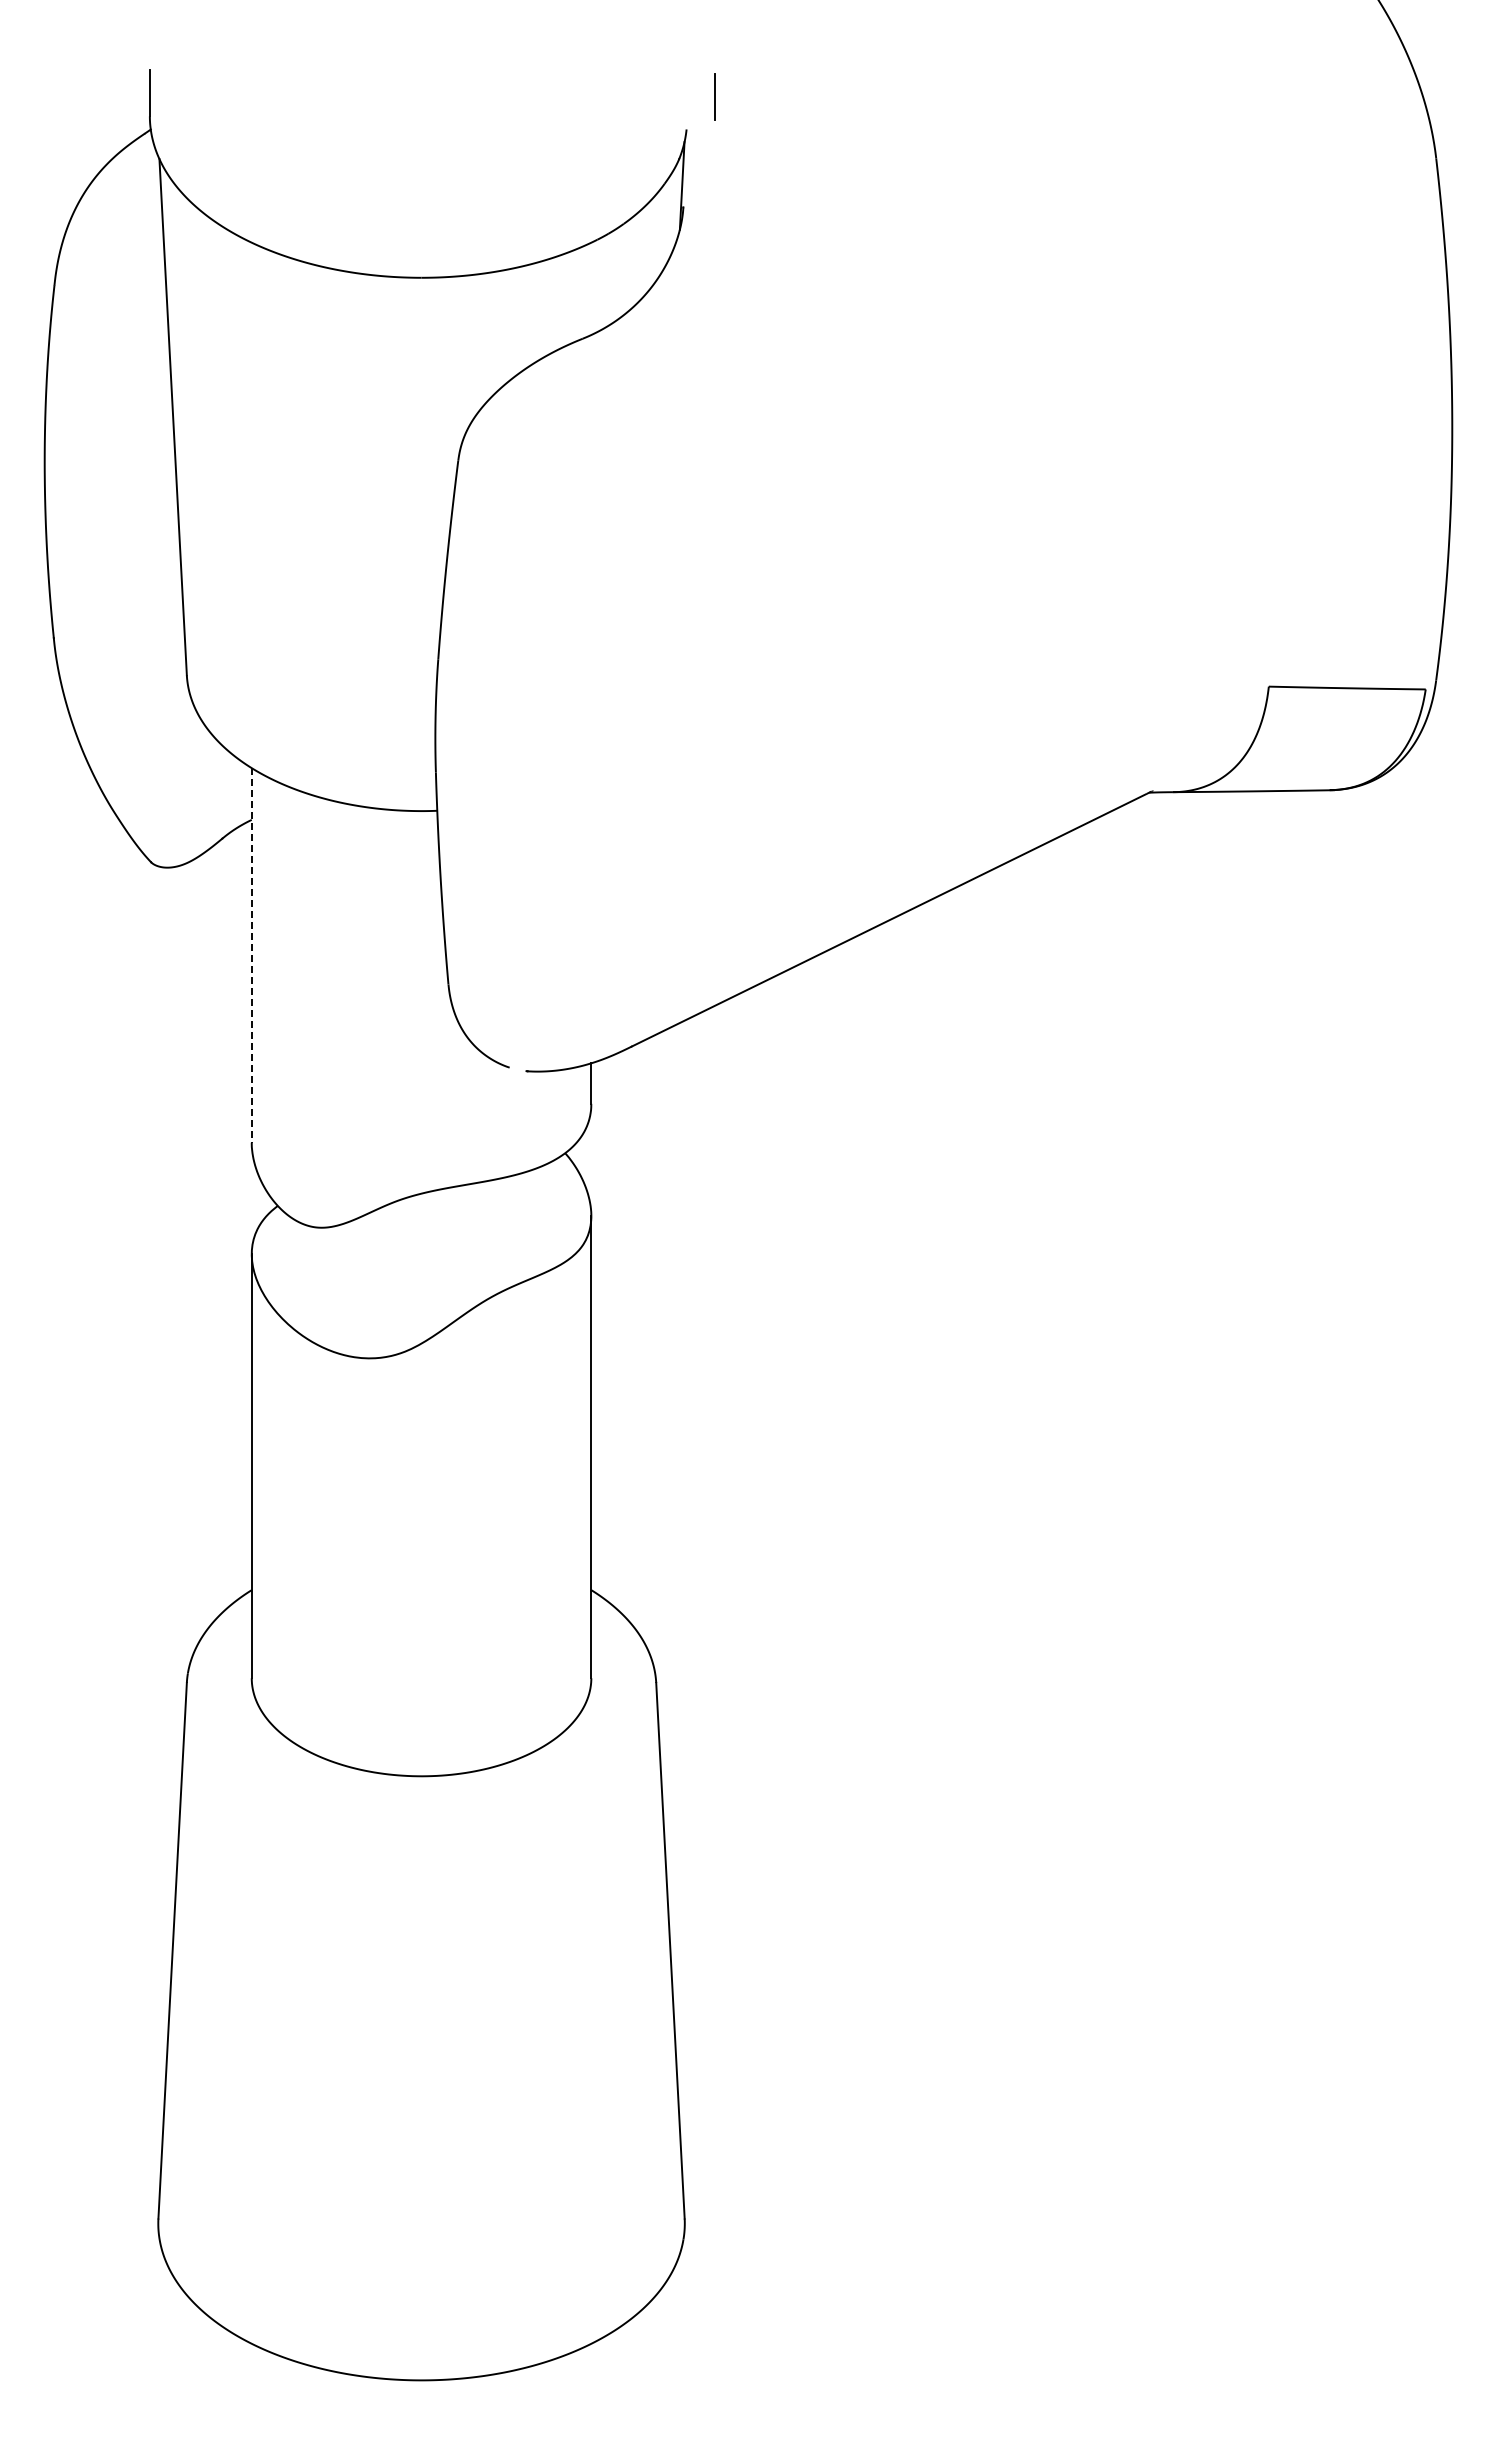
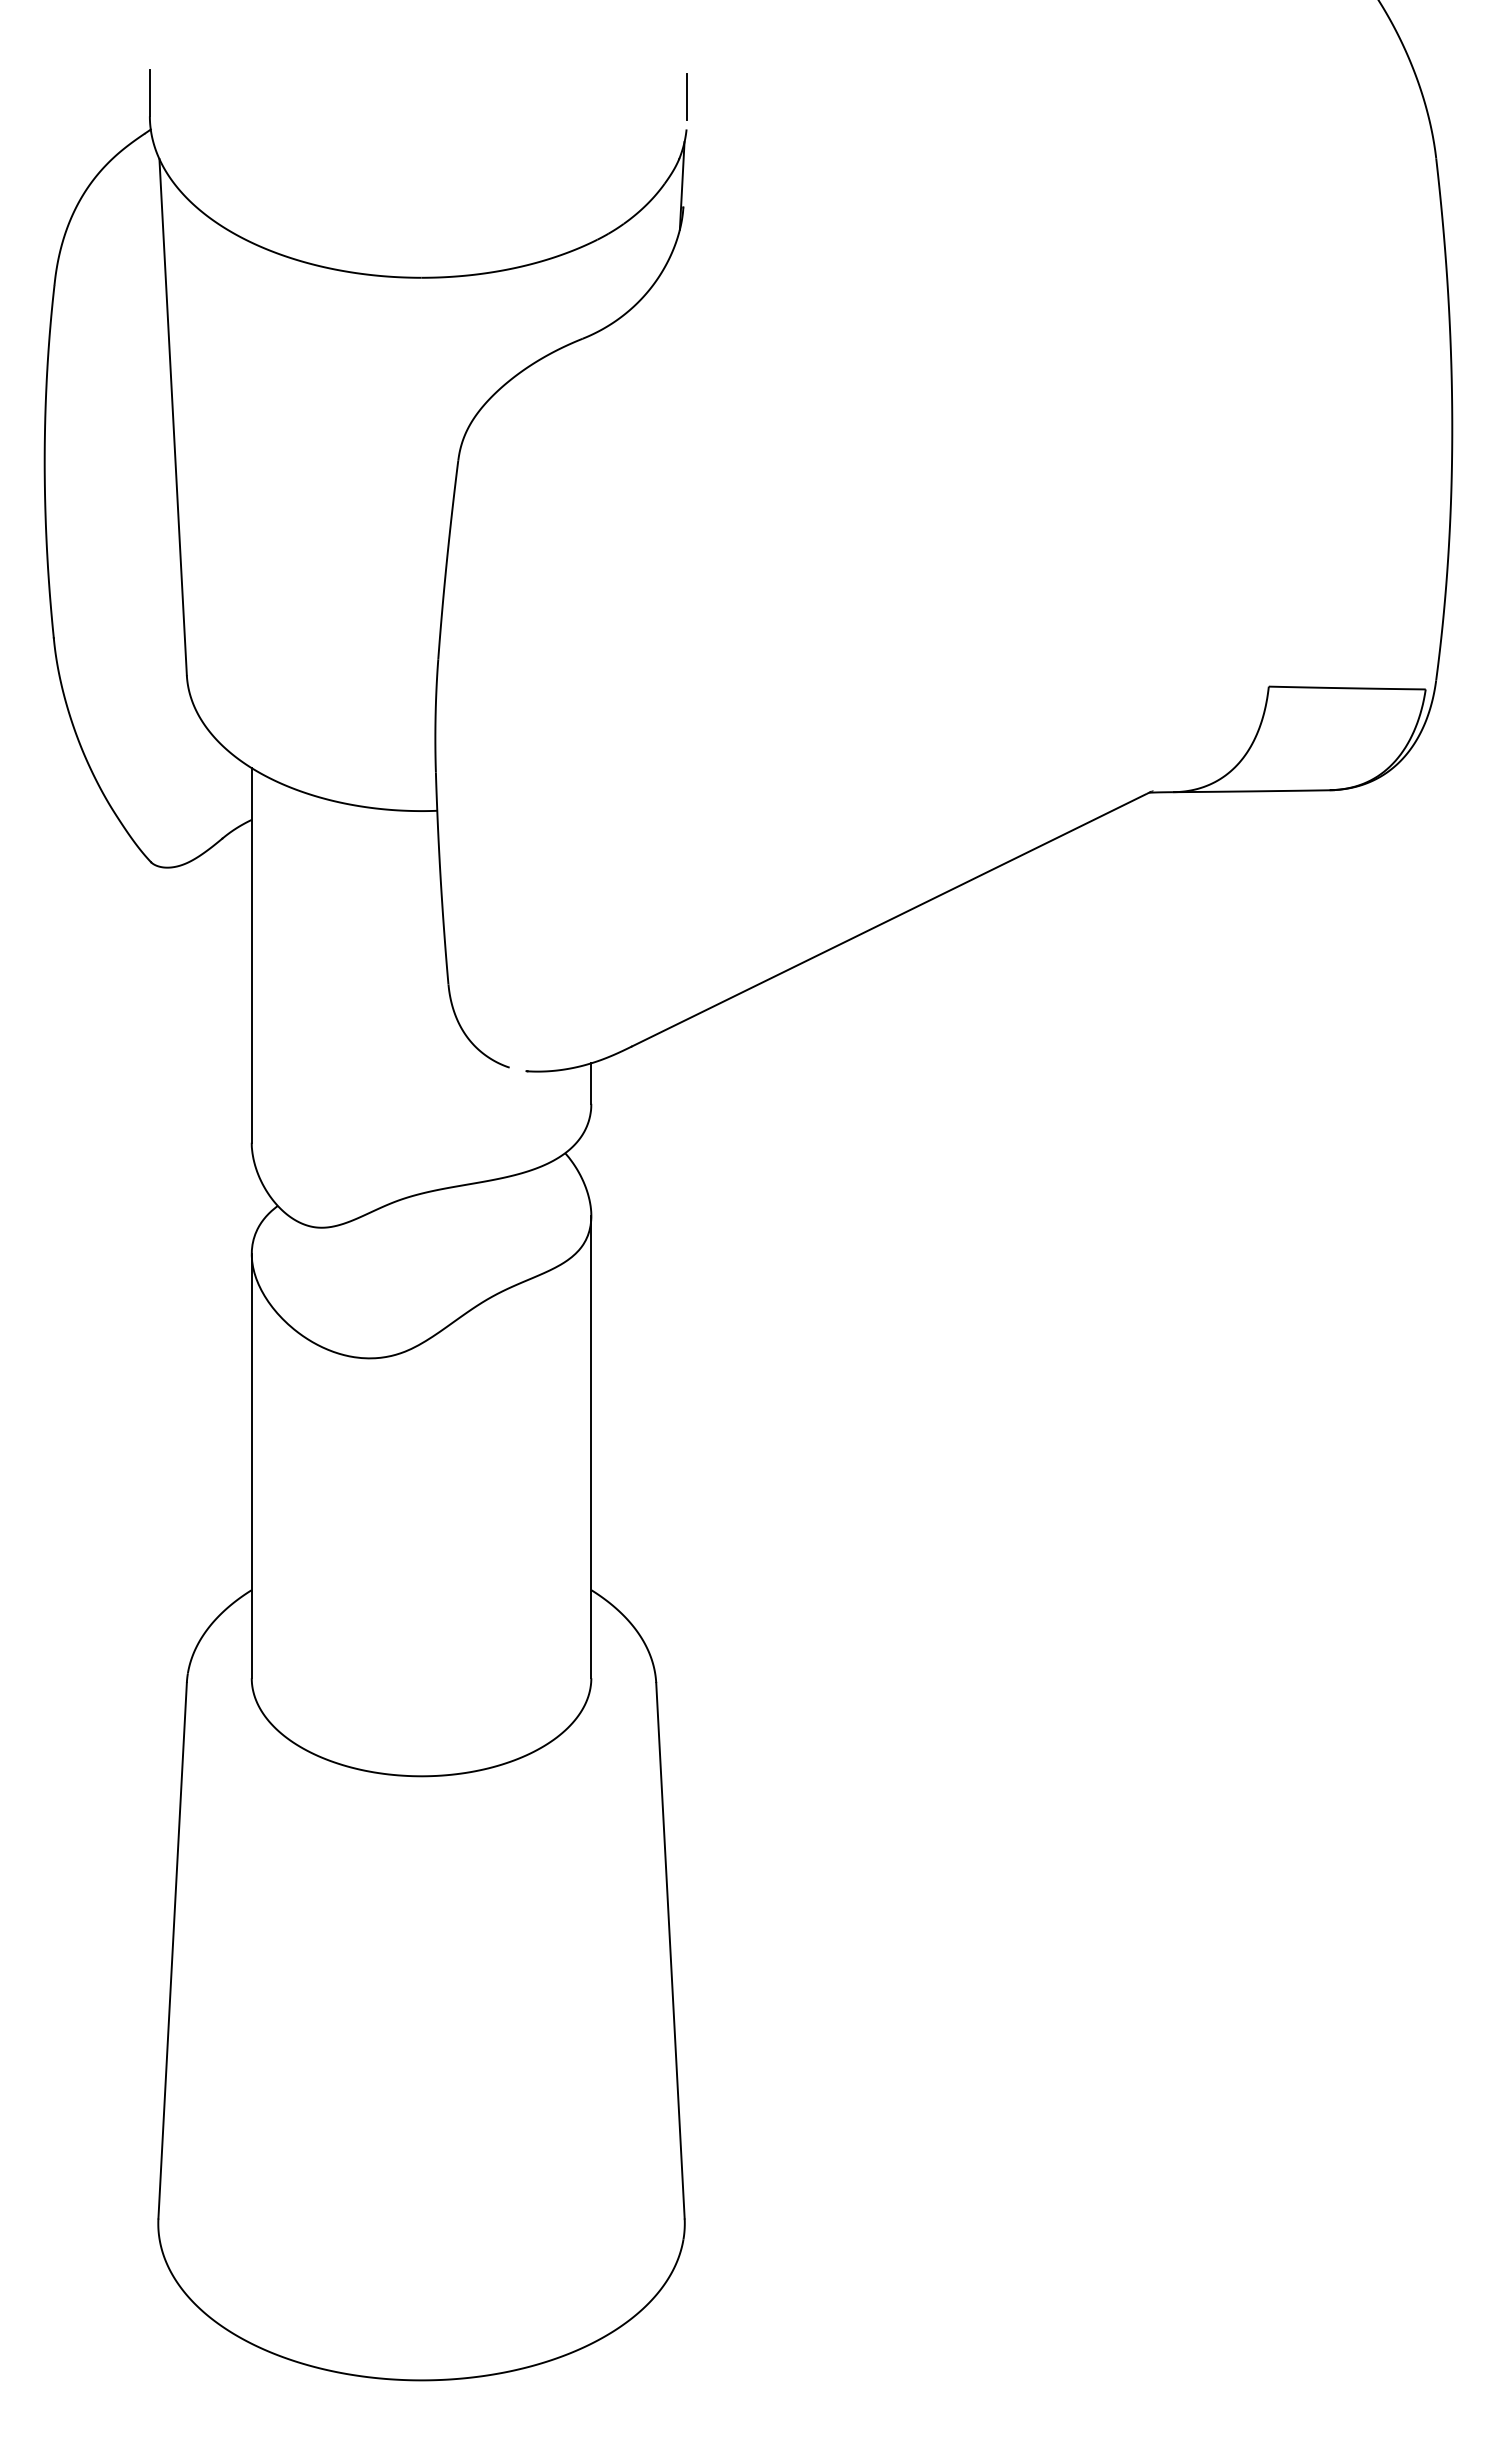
line at (714, 96) position: (714, 96) -> (686, 96)
line at (251, 955): dashed -> solid
